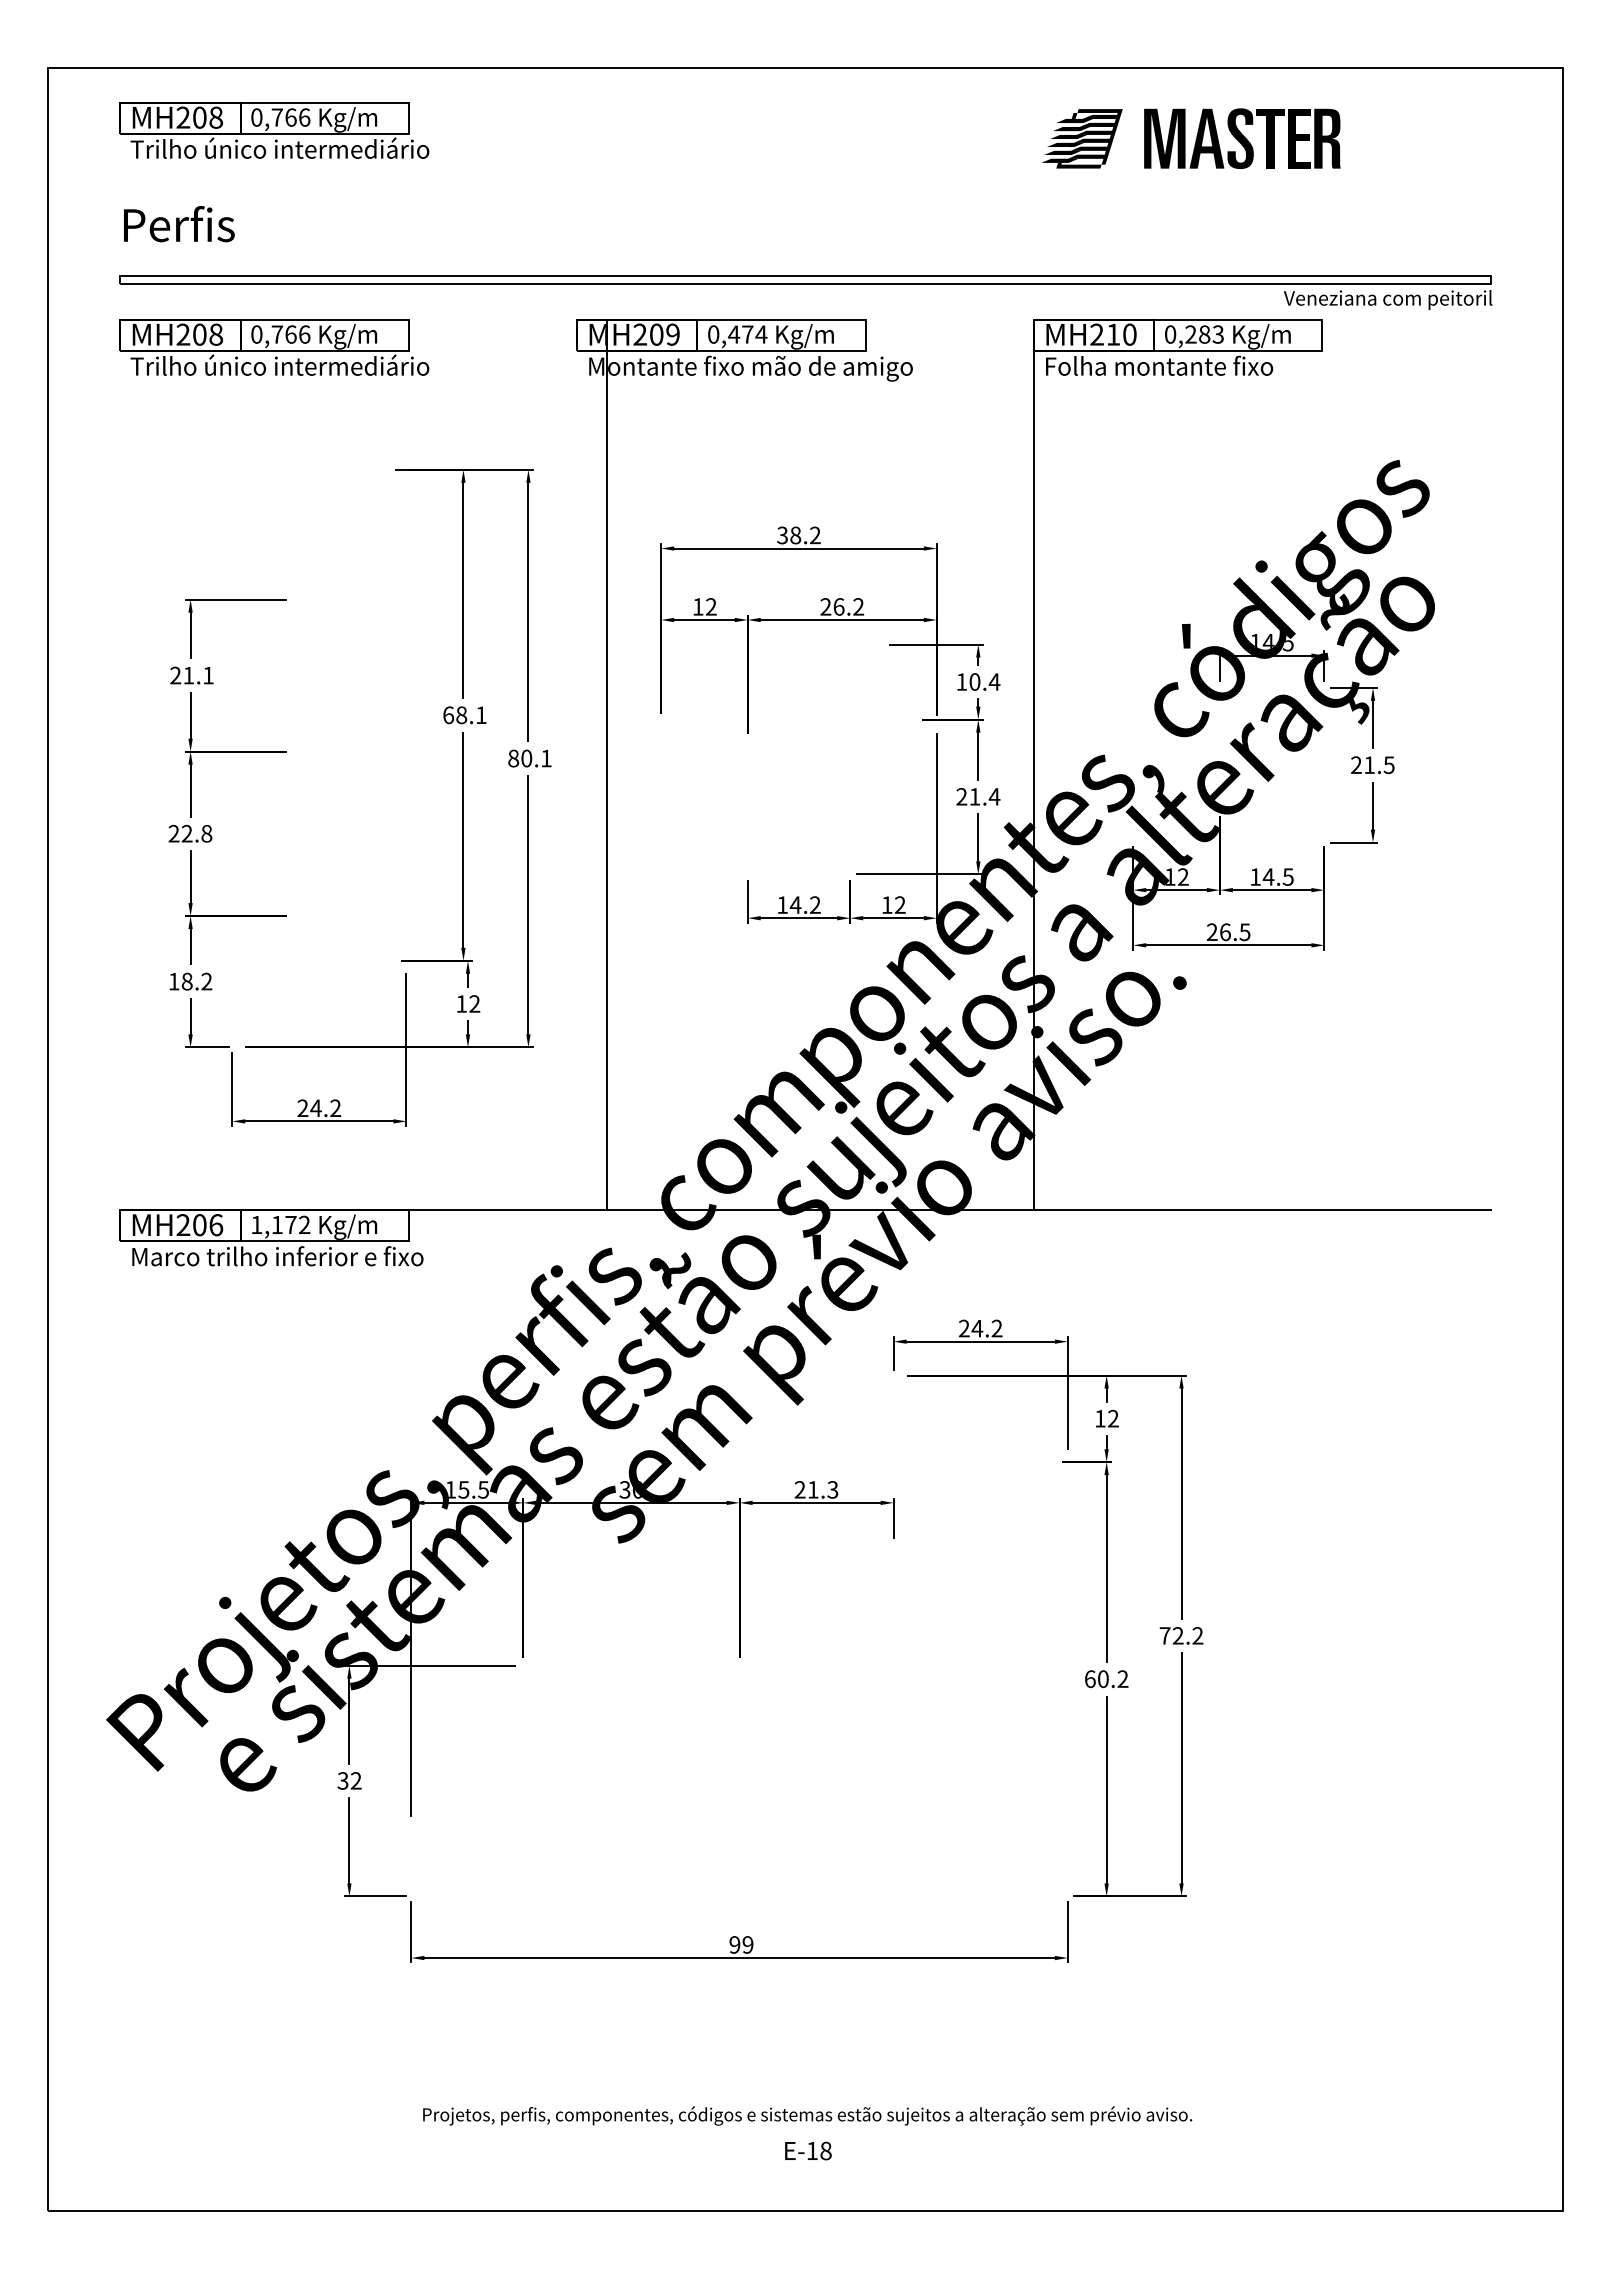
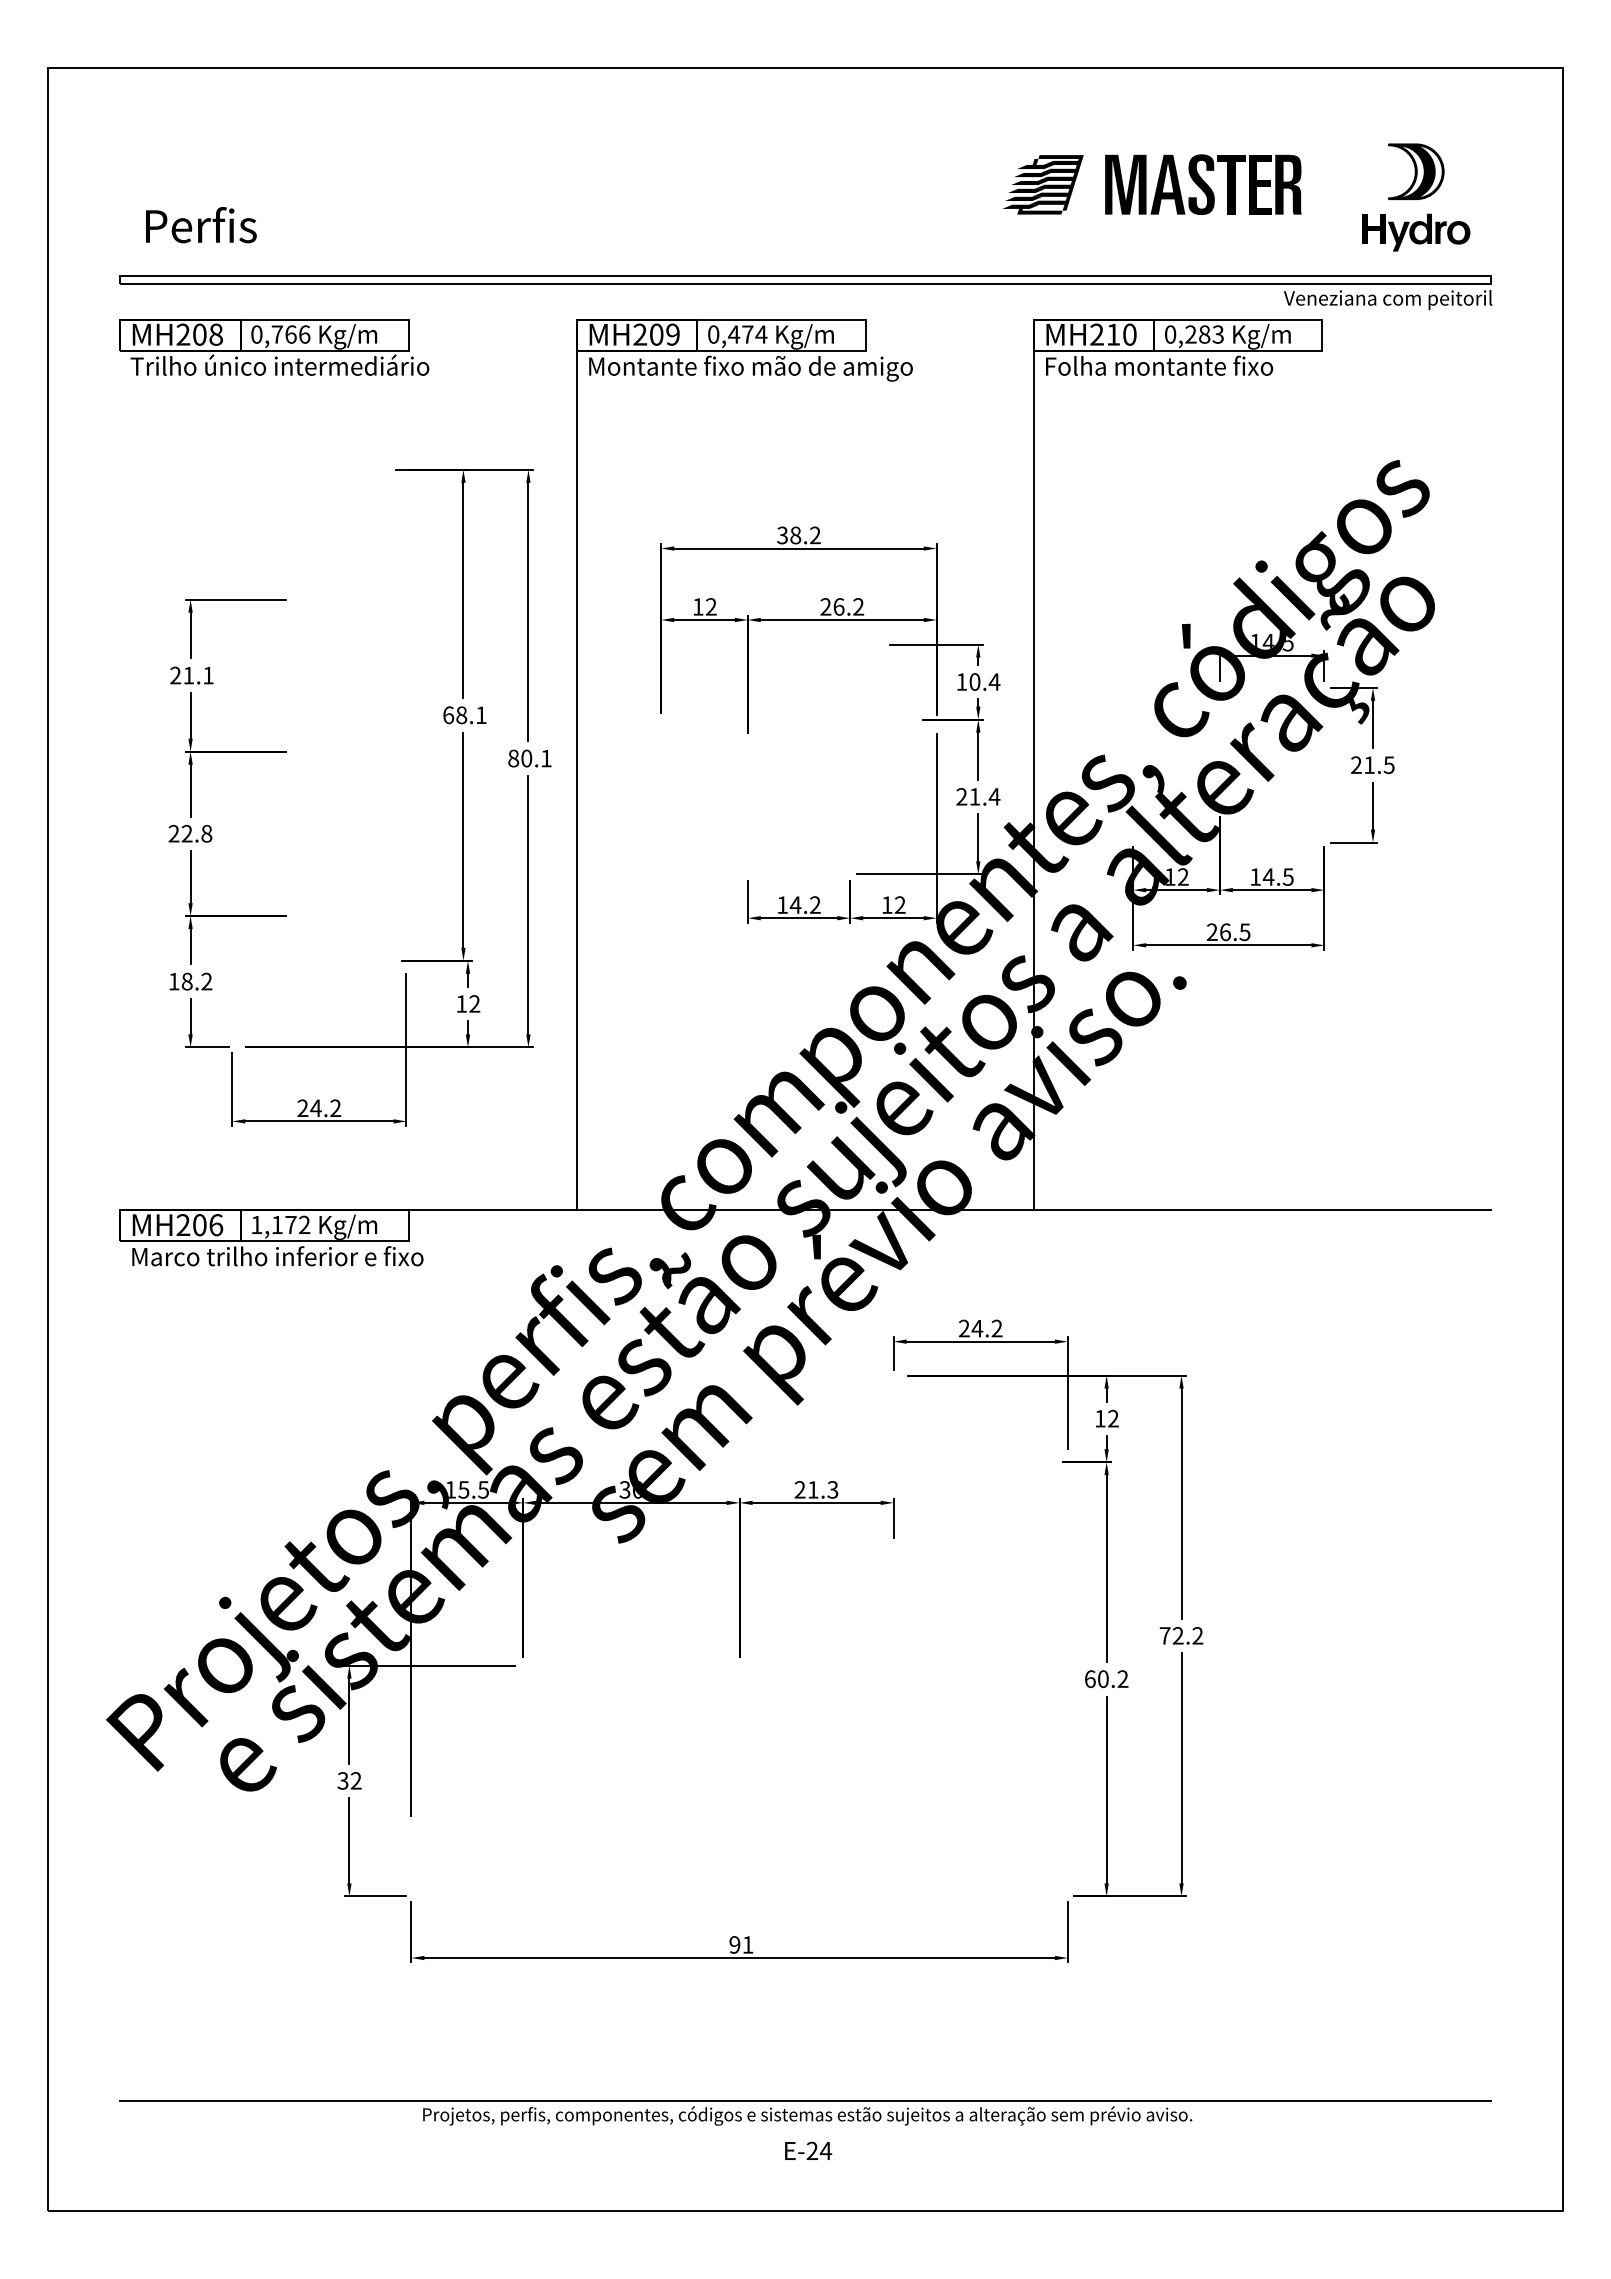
part at (274, 130): present -> none
part at (1191, 138) position: (1191, 138) -> (1152, 184)
part at (1416, 197): none -> present
text at (179, 224) position: (179, 224) -> (201, 225)
line at (607, 764) position: (607, 764) -> (577, 764)
text at (747, 1944): 99 -> 91
line at (805, 2100): none -> present
text at (819, 2150): E-18 -> E-24
